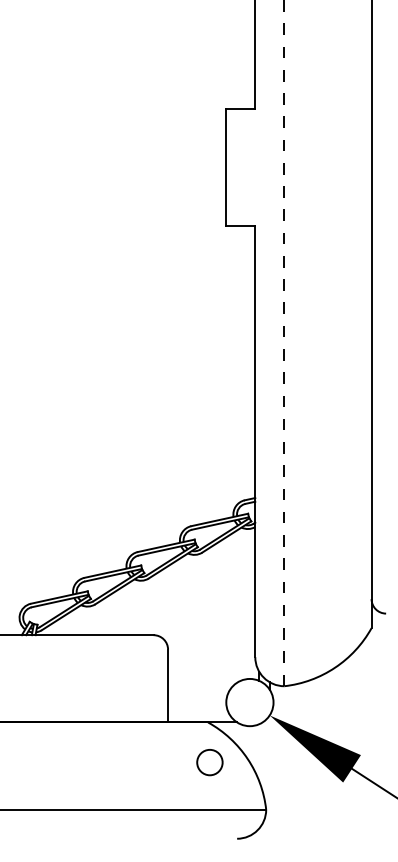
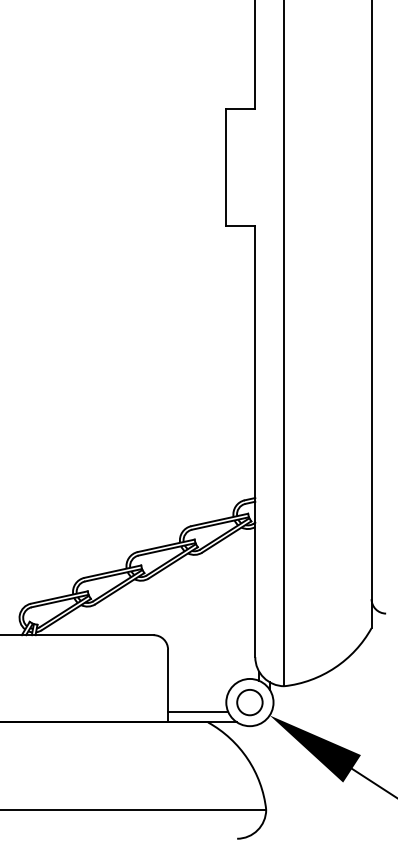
line at (284, 343): dashed -> solid
line at (198, 712): none -> present
circle at (209, 762) position: (209, 762) -> (249, 702)
